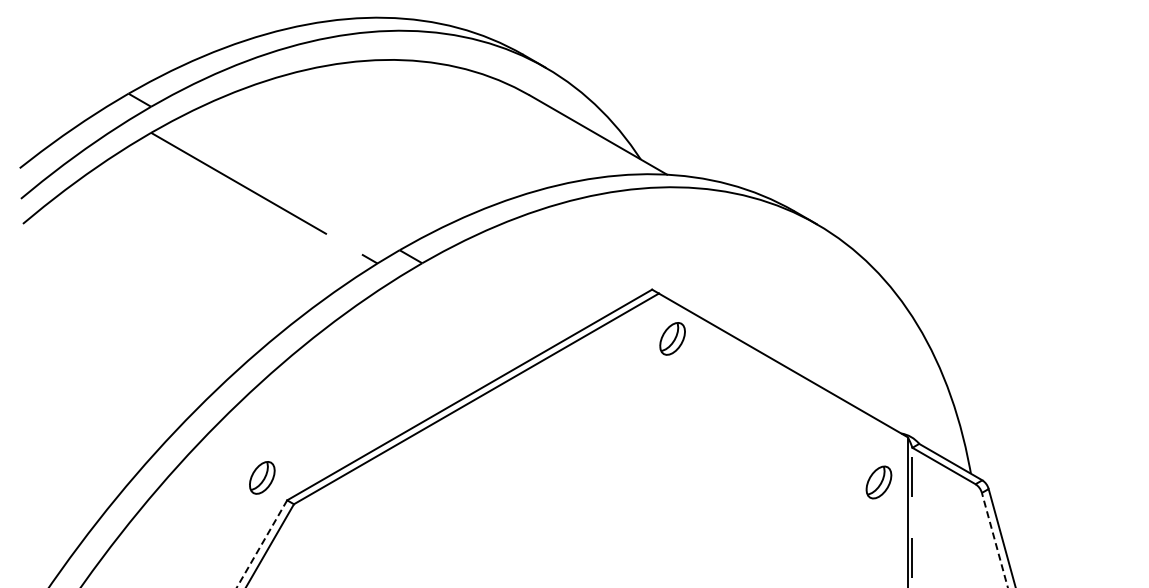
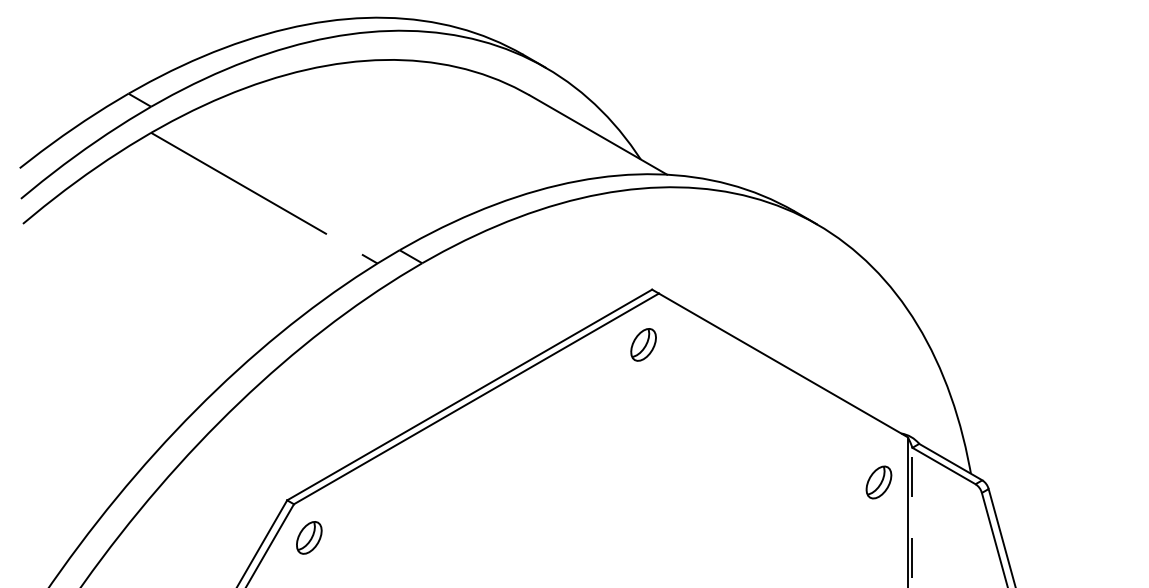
part at (672, 338) position: (672, 338) -> (643, 344)
part at (262, 477) position: (262, 477) -> (309, 537)
line at (994, 540): dashed -> solid
line at (261, 544): dashed -> solid
